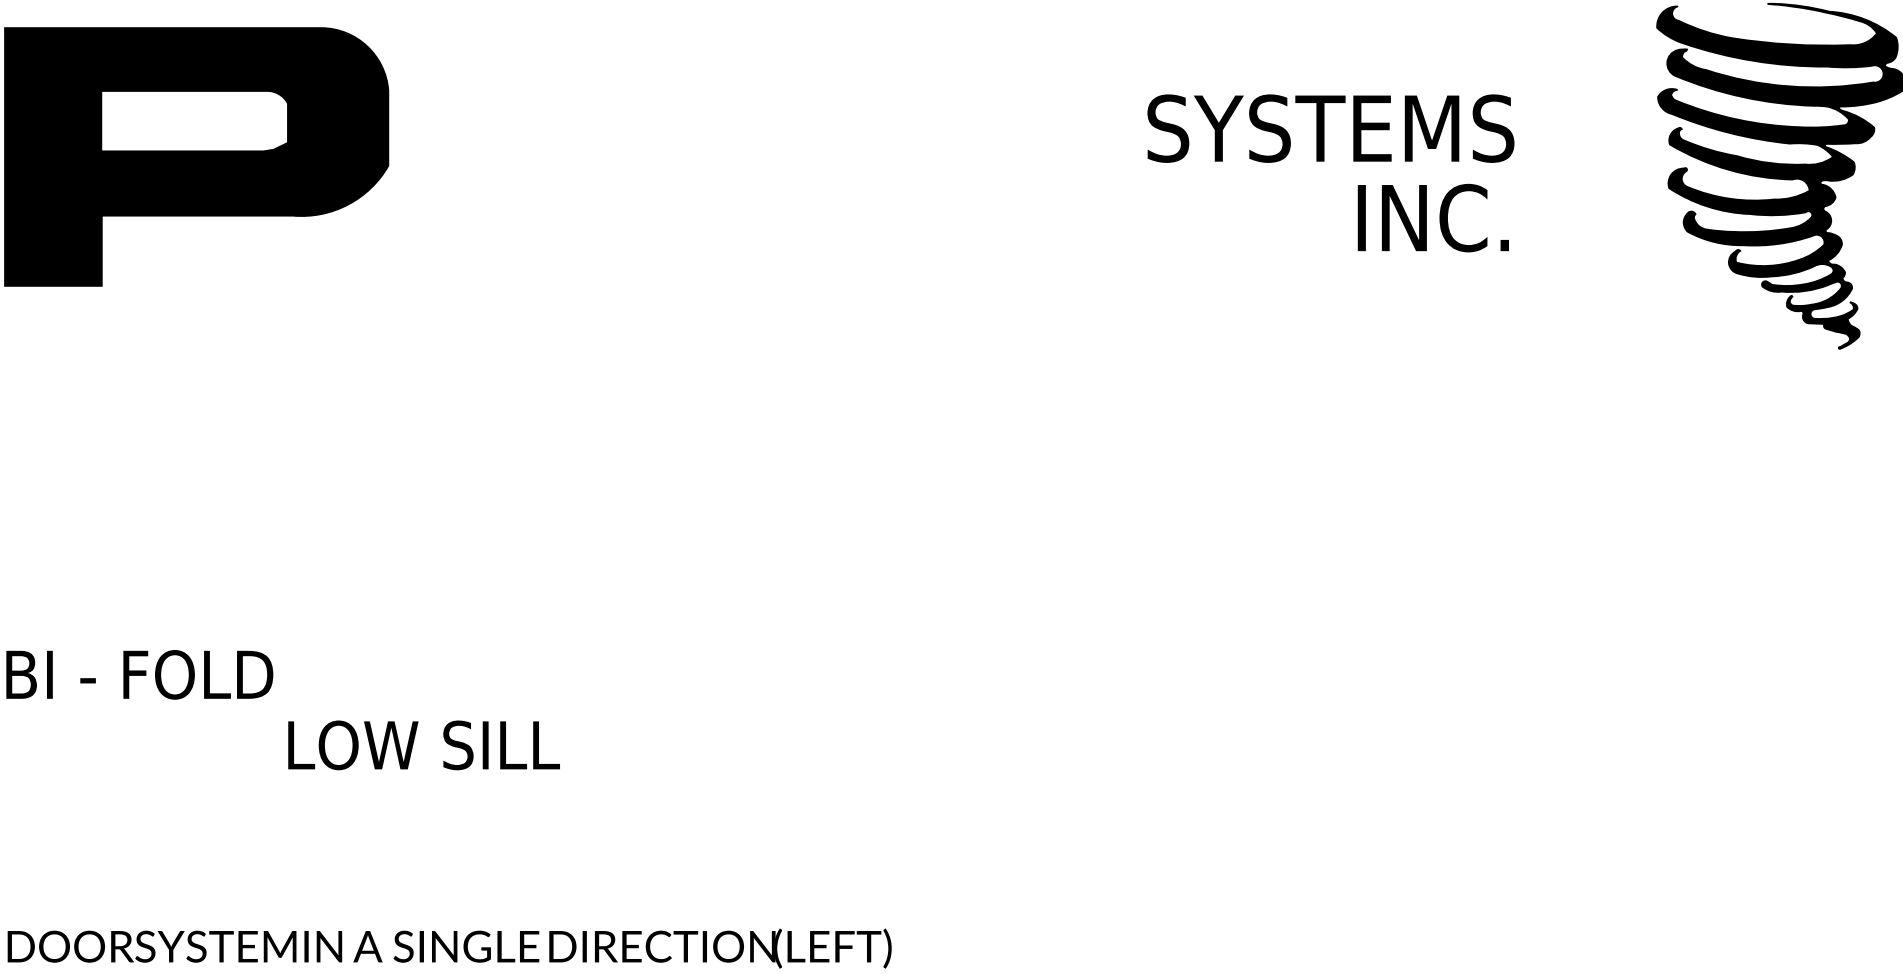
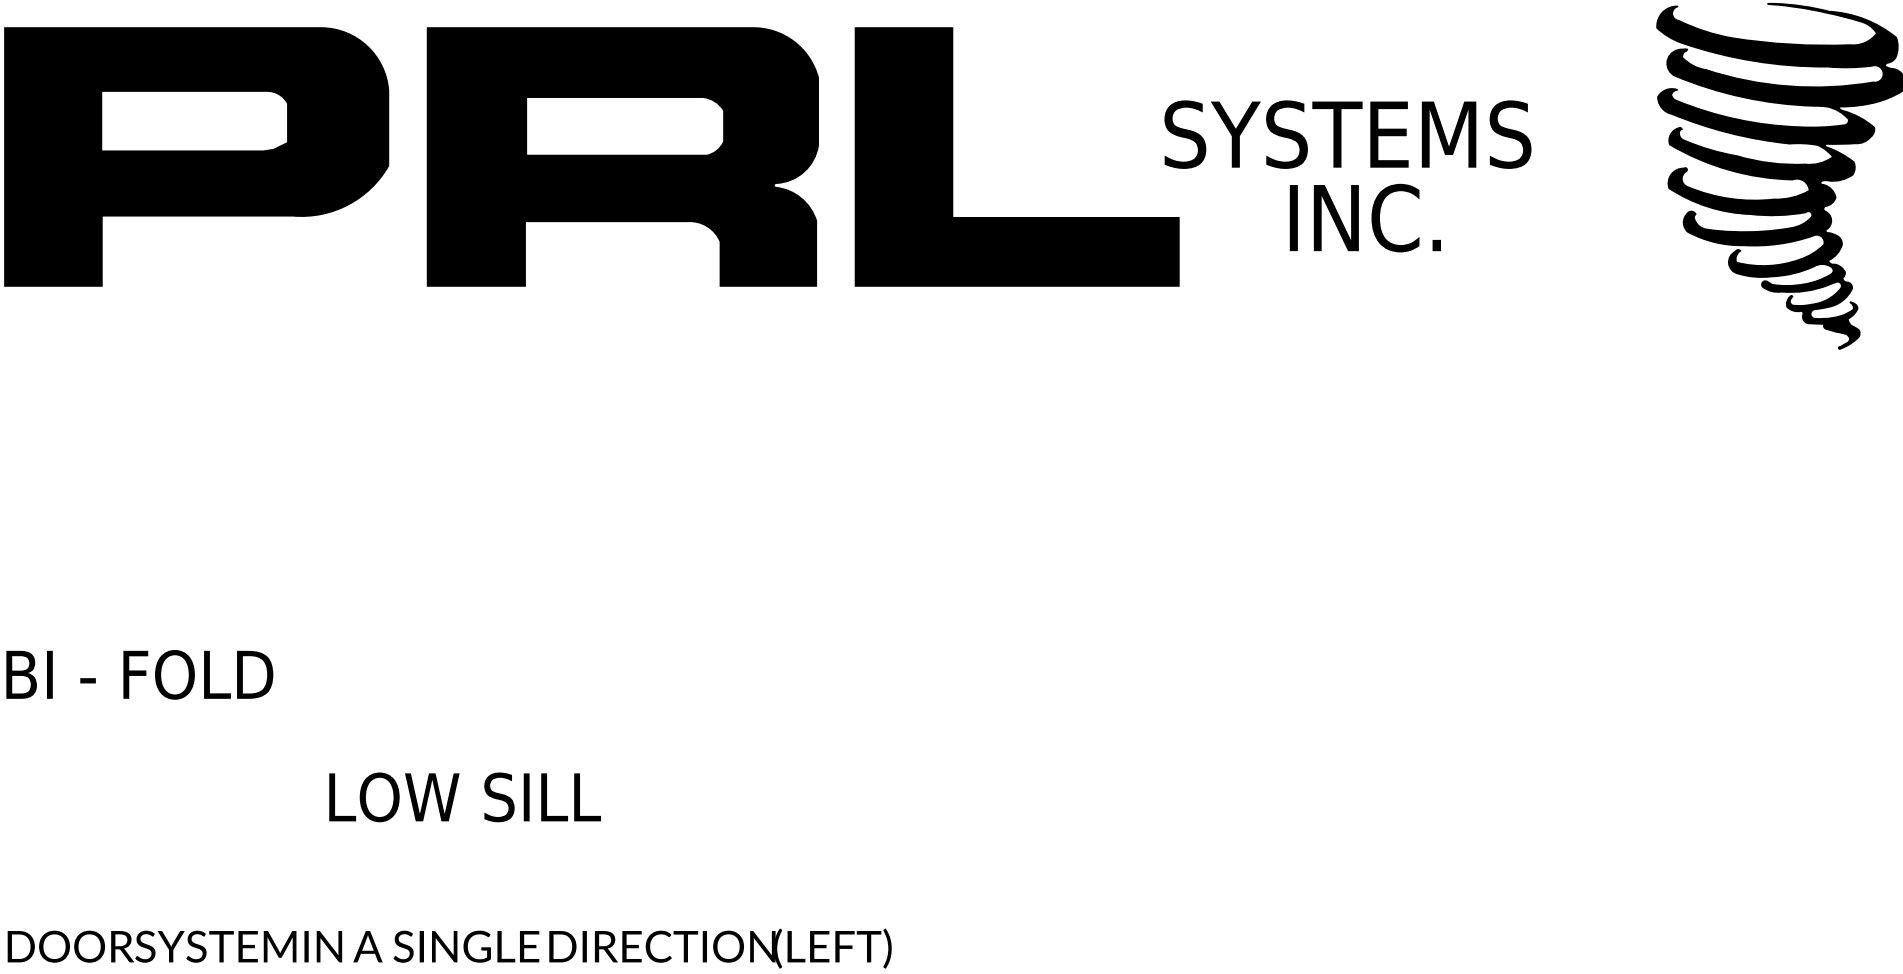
text at (1330, 128) position: (1330, 128) -> (1347, 134)
part at (622, 156): none -> present
fill at (1016, 156): none -> present
text at (1432, 217) position: (1432, 217) -> (1364, 217)
text at (423, 745) position: (423, 745) -> (464, 797)
